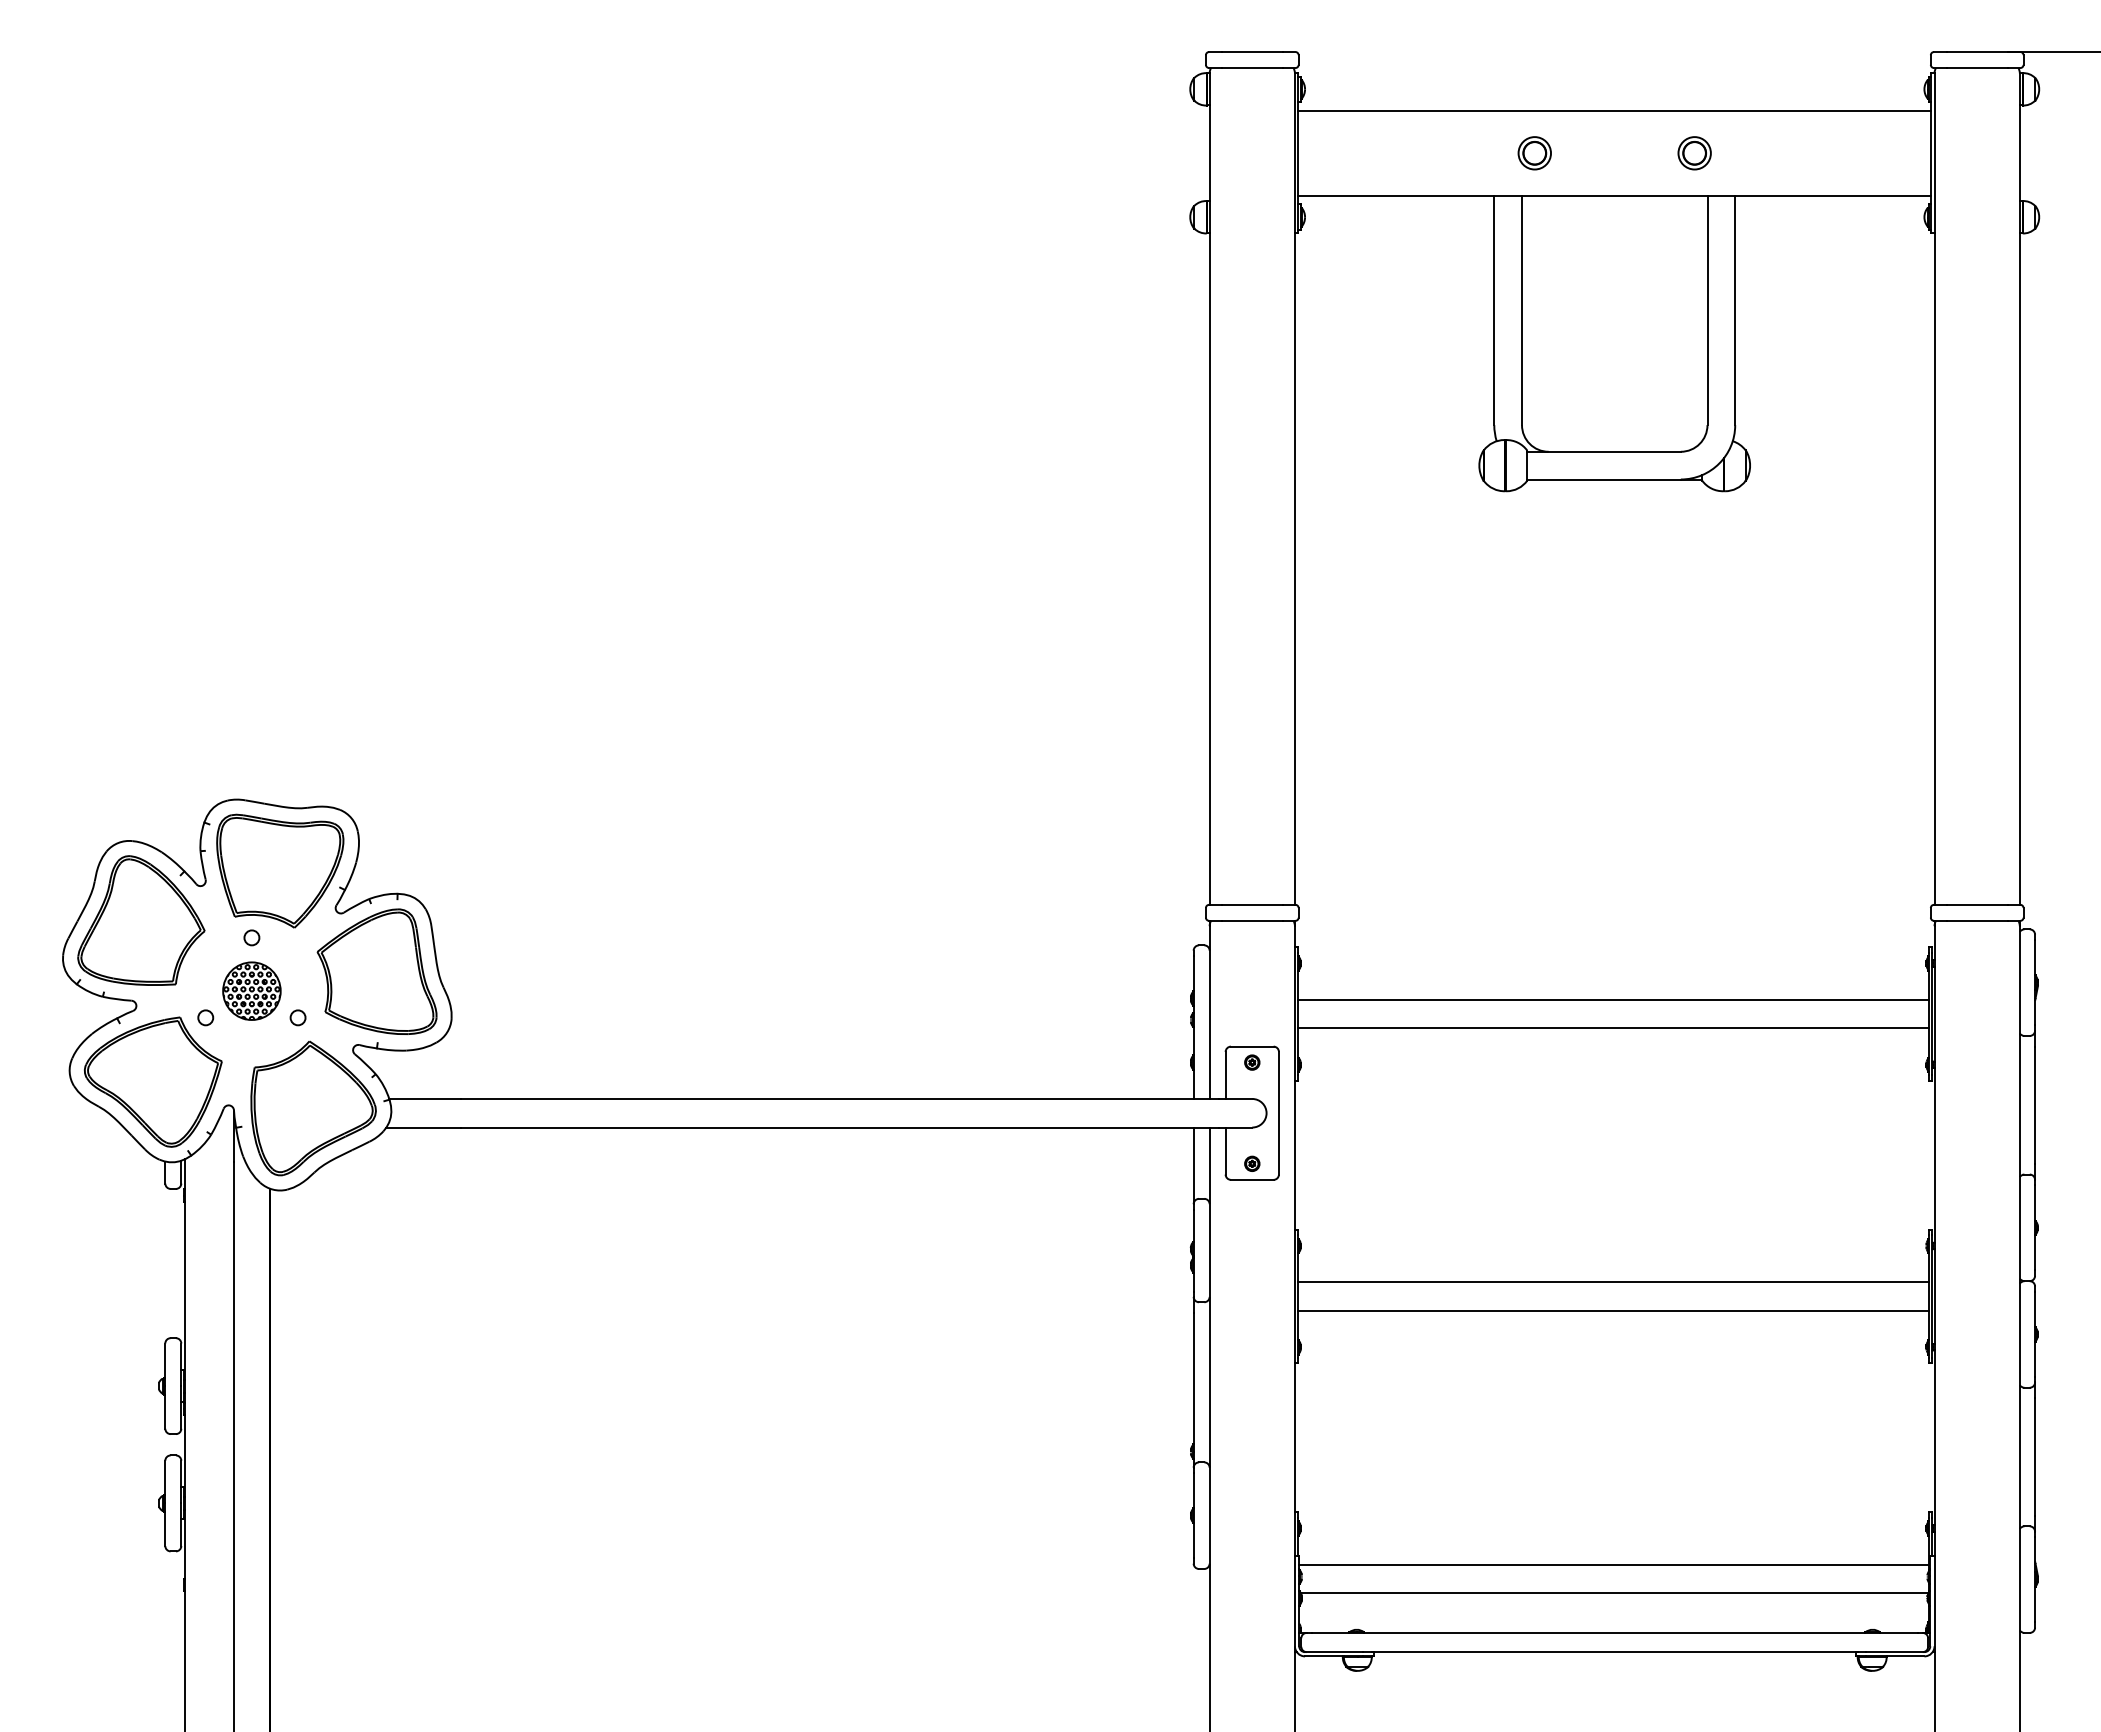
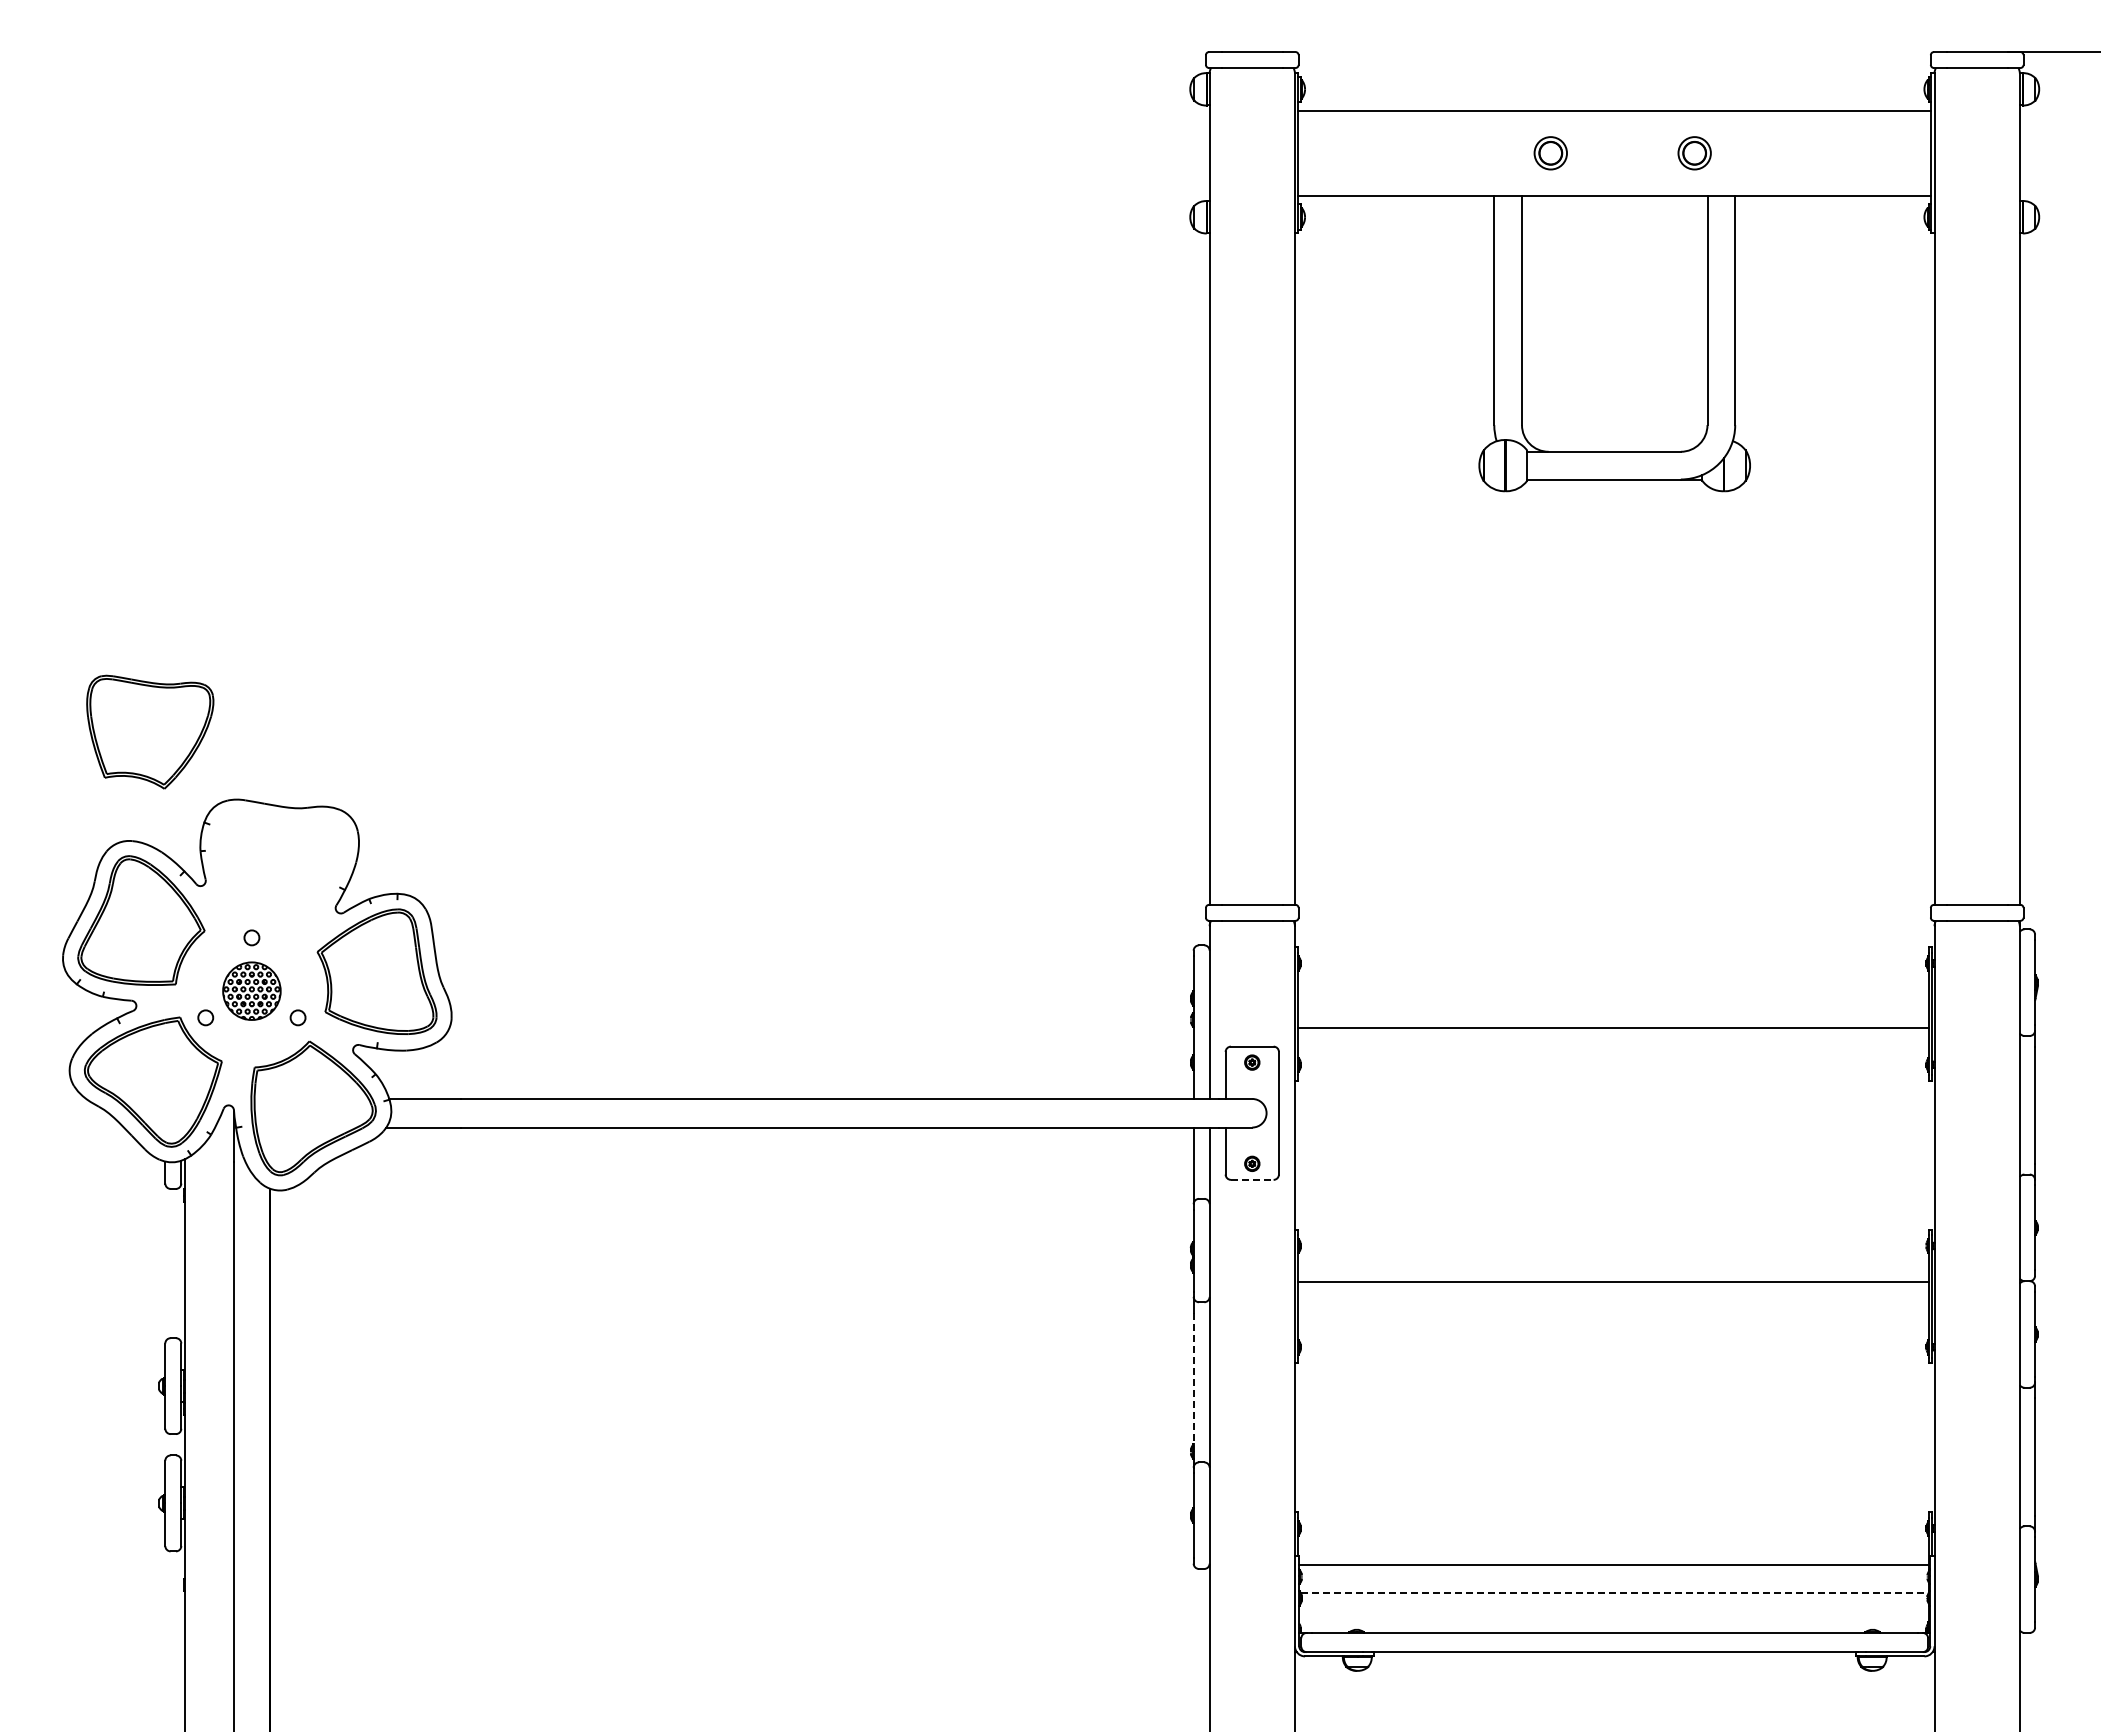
part at (1534, 153) position: (1534, 153) -> (1550, 153)
part at (280, 870) position: (280, 870) -> (150, 731)
line at (1613, 999): present -> none
line at (1252, 1179): solid -> dashed
line at (1613, 1310): present -> none
line at (1193, 1381): solid -> dashed
line at (1614, 1593): solid -> dashed
